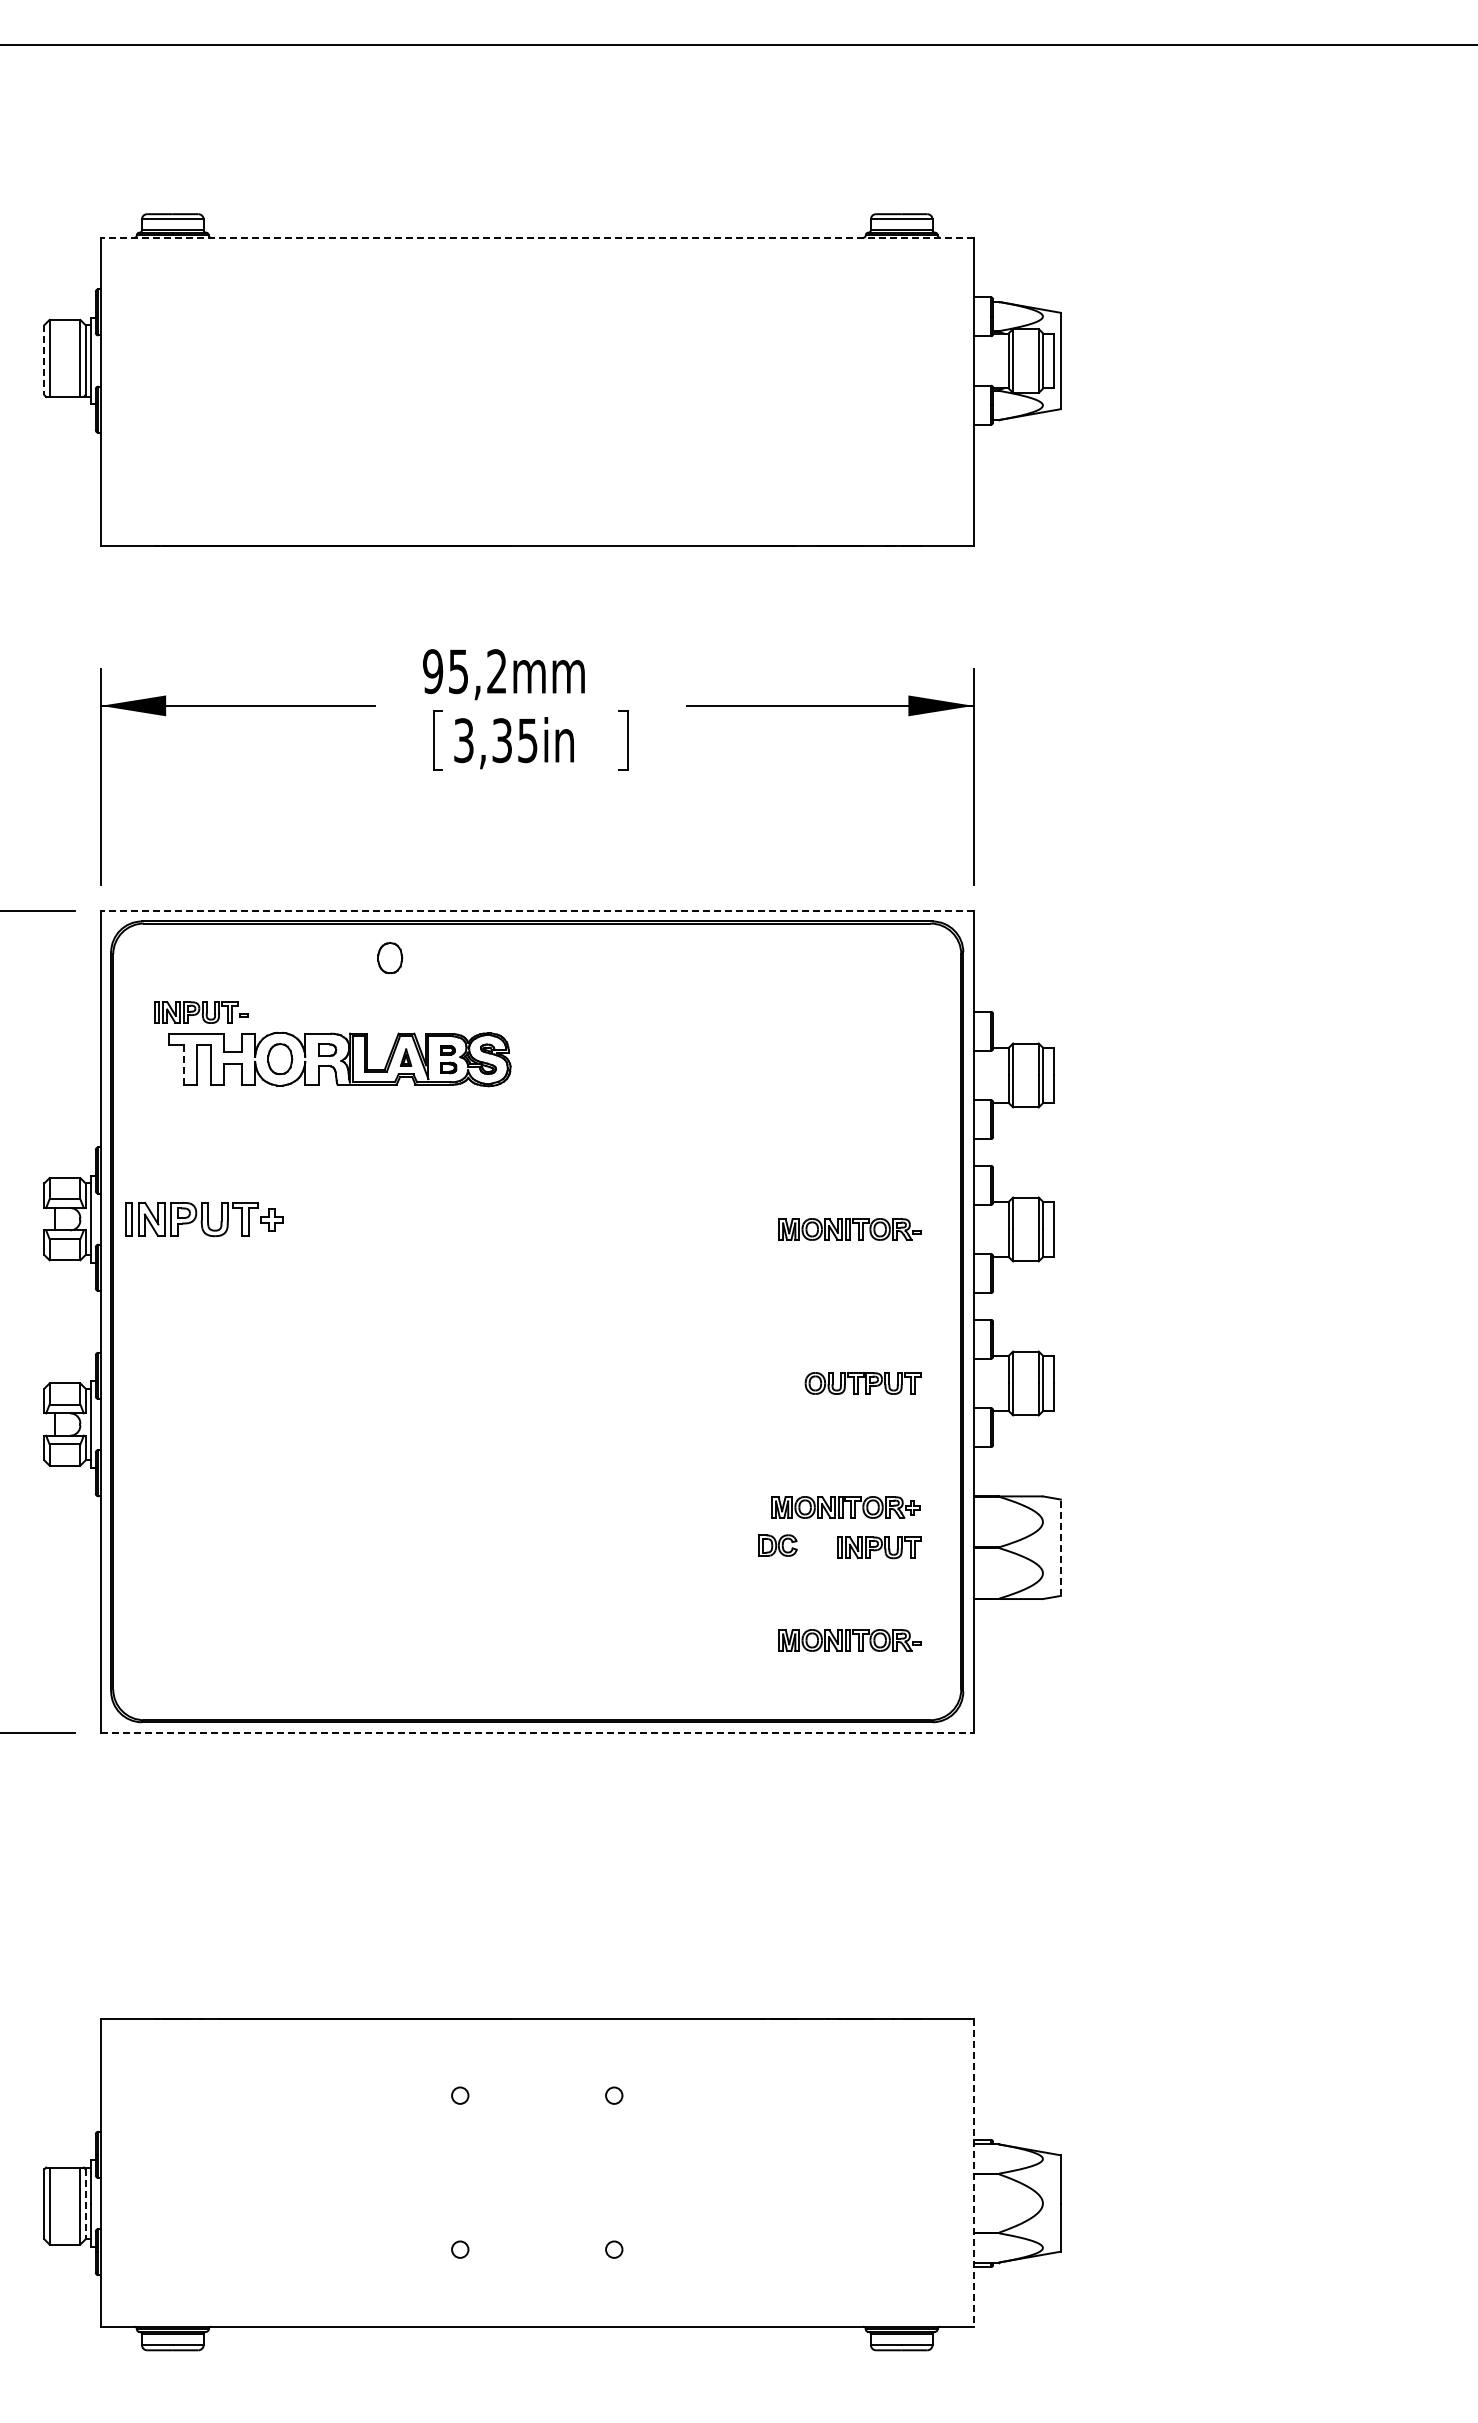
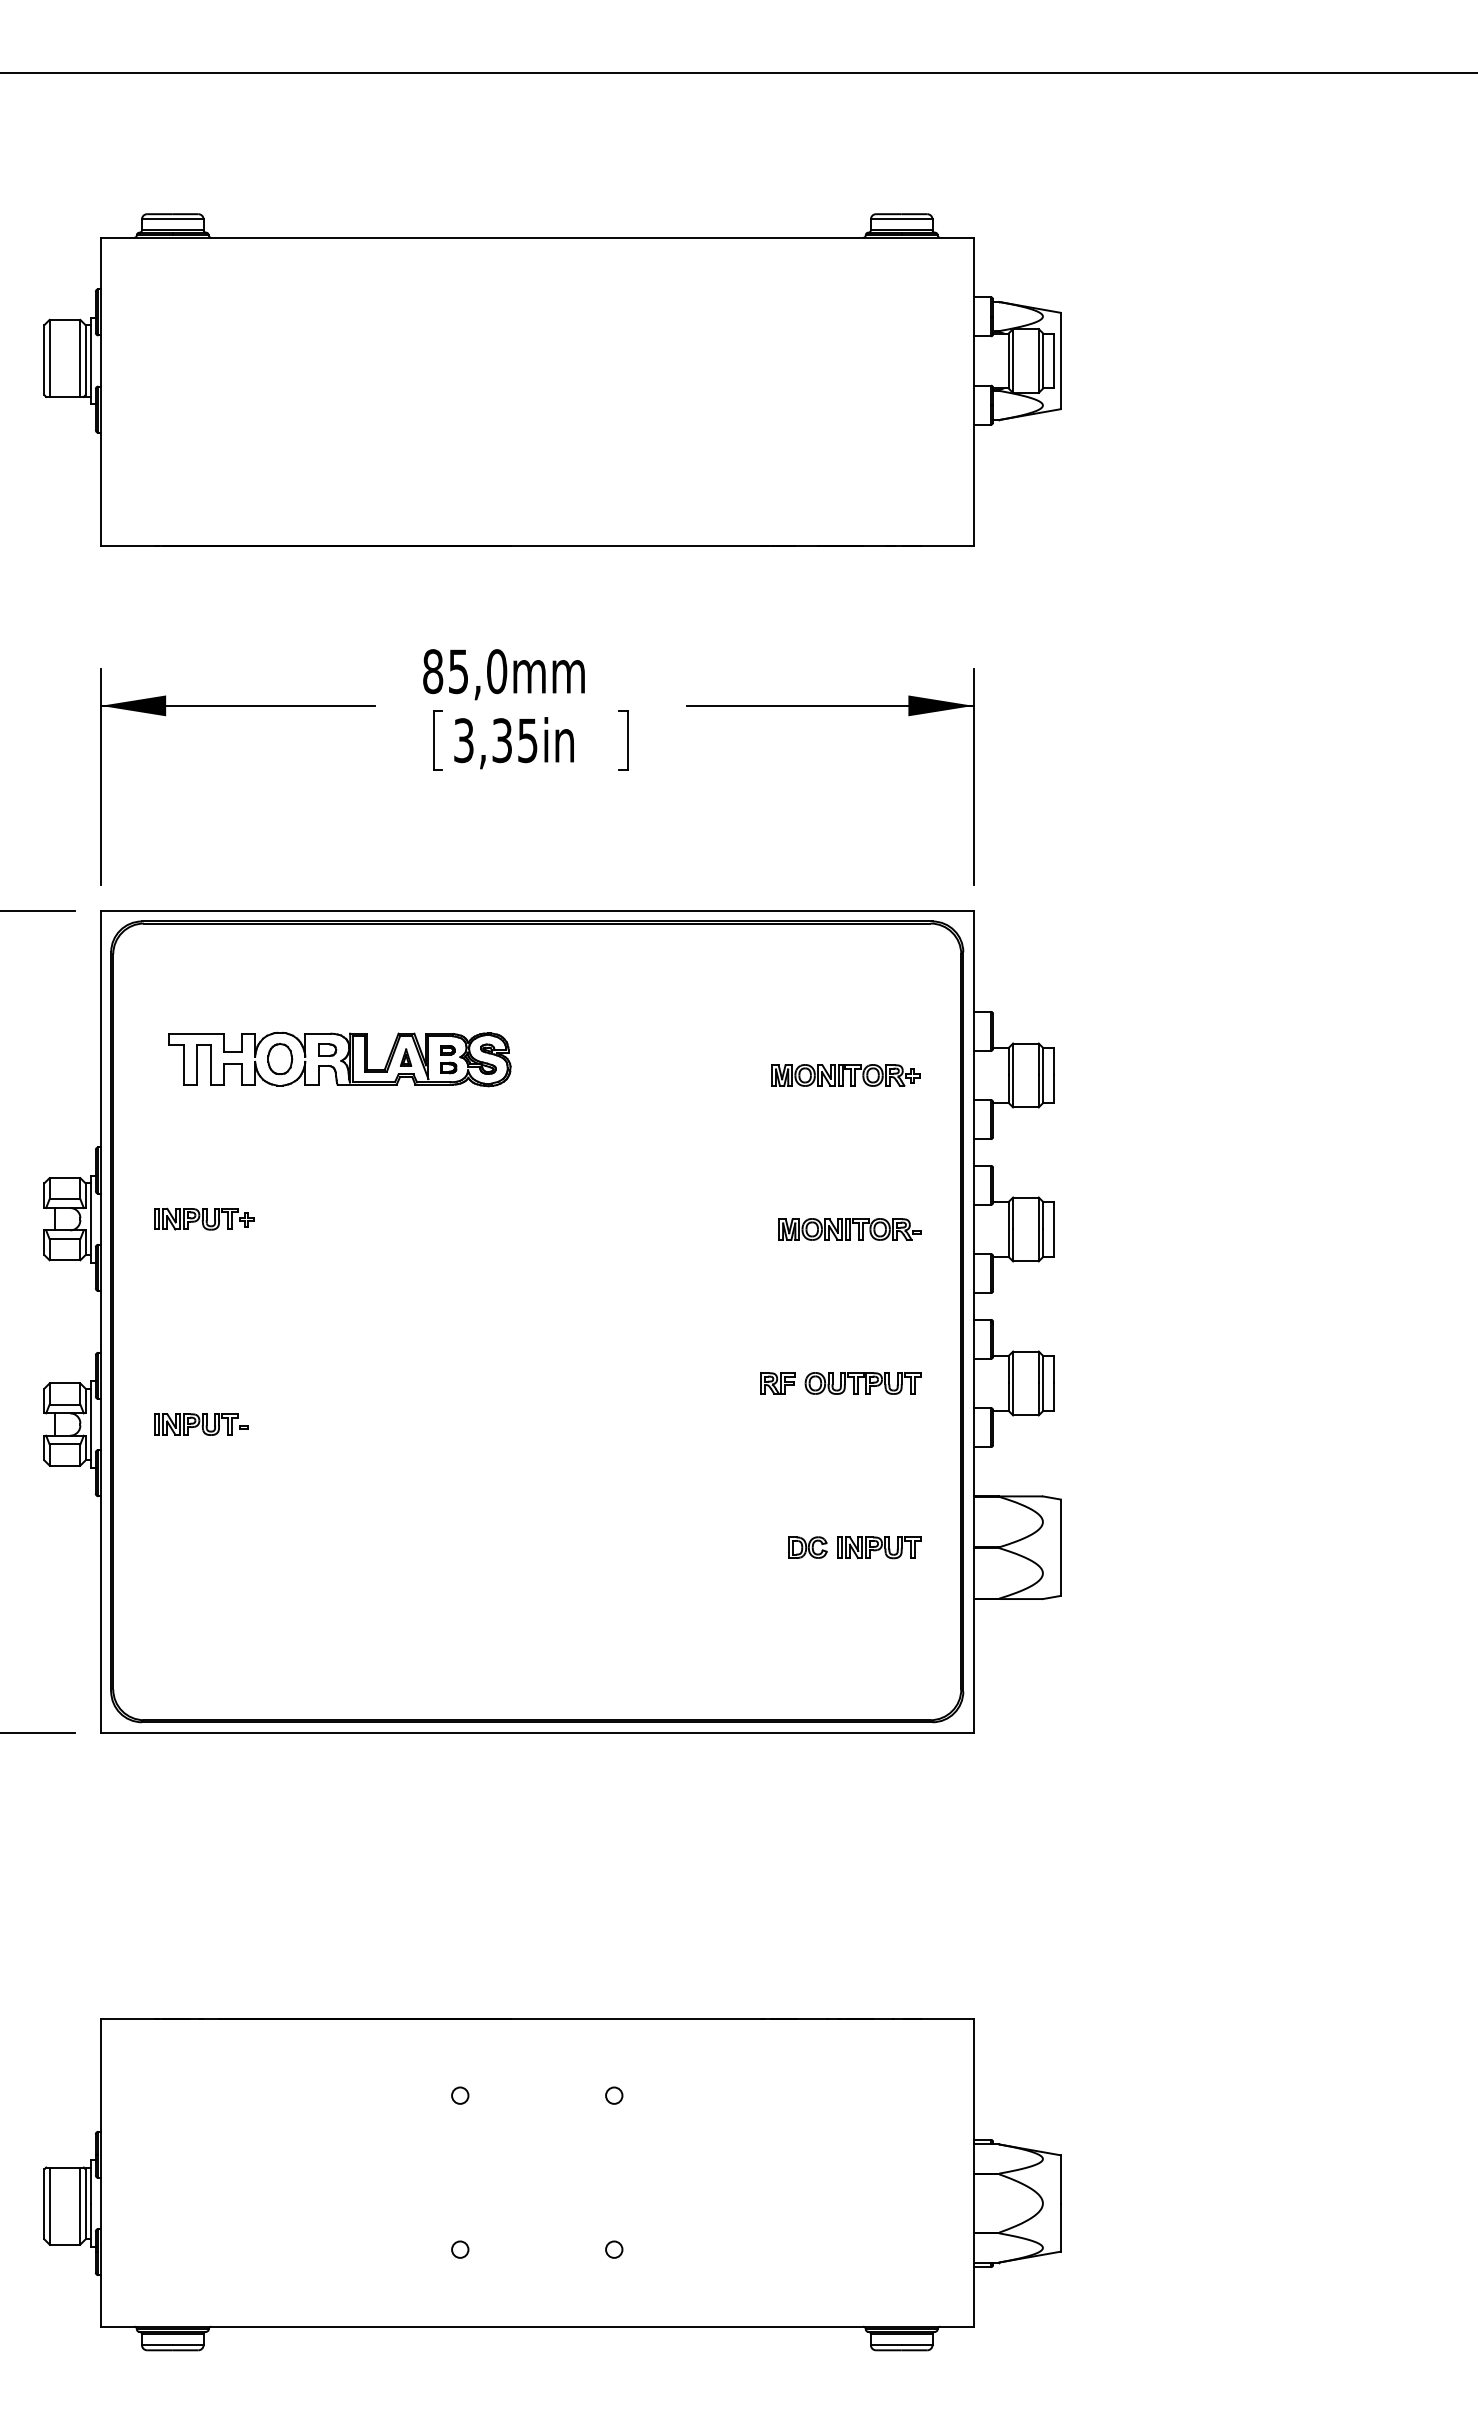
line at (738, 44) position: (738, 44) -> (738, 72)
line at (536, 237): dashed -> solid
line at (44, 360): dashed -> solid
text at (465, 671): 95,2mm -> 85,0mm
line at (536, 911): dashed -> solid
part at (390, 958): present -> none
part at (201, 1012) position: (201, 1012) -> (201, 1424)
line at (183, 1064): dashed -> solid
part at (204, 1219) size: 159x37 px -> 101x24 px
part at (777, 1383): none -> present
part at (845, 1507) position: (845, 1507) -> (845, 1075)
part at (777, 1545) position: (777, 1545) -> (807, 1547)
line at (1060, 1547): dashed -> solid
part at (849, 1640): present -> none
line at (537, 1732): dashed -> solid
line at (973, 2172): dashed -> solid
line at (85, 2204): dashed -> solid
